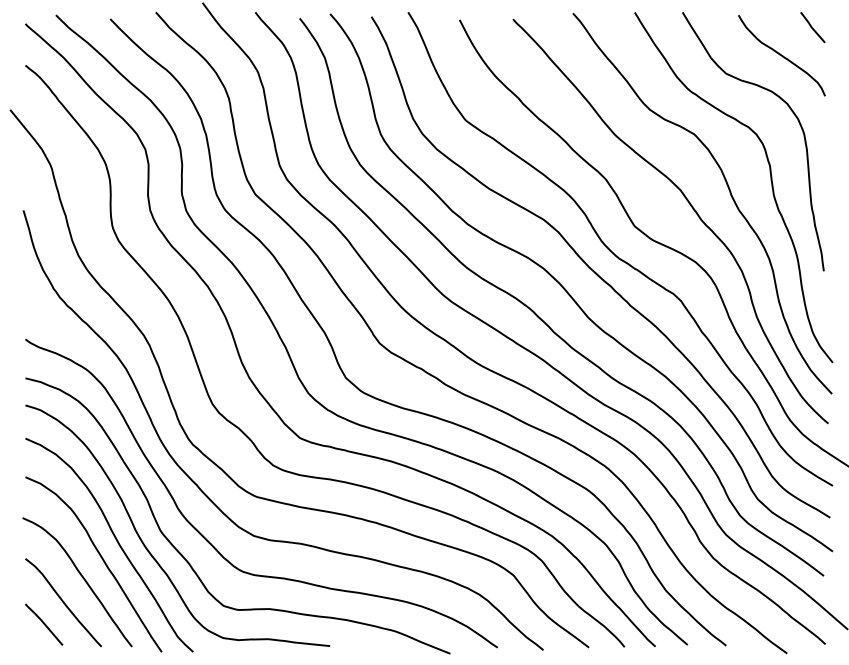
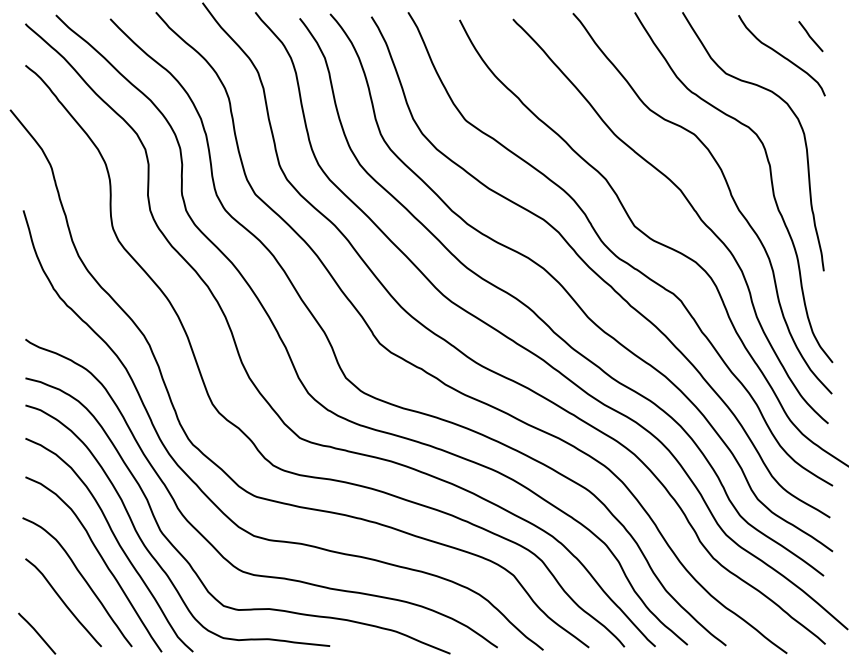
line at (812, 27) position: (812, 27) -> (810, 36)
line at (44, 624) position: (44, 624) -> (37, 633)
